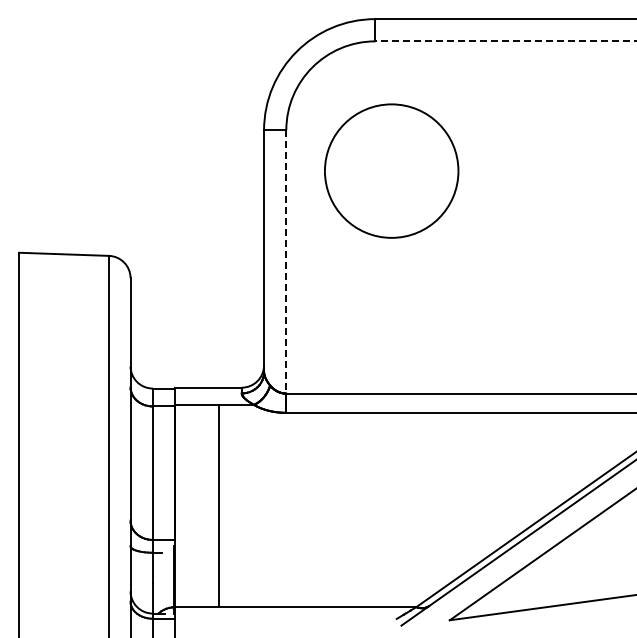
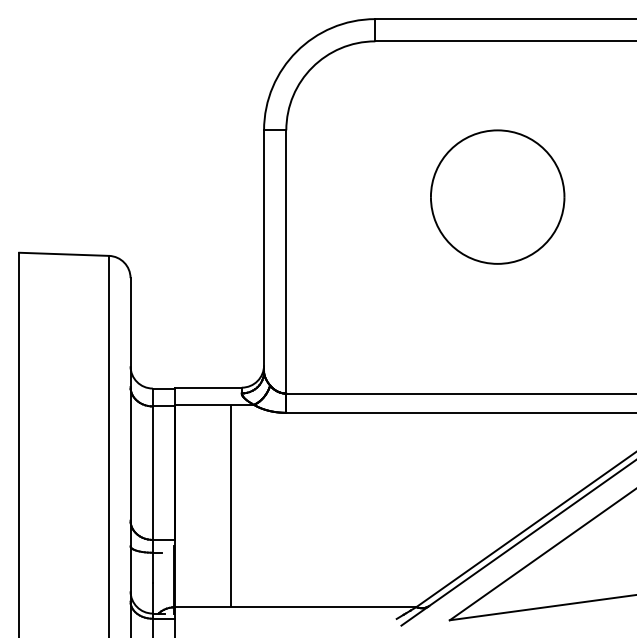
line at (505, 41): dashed -> solid
part at (391, 170) position: (391, 170) -> (497, 196)
line at (286, 261): dashed -> solid
line at (218, 505) position: (218, 505) -> (230, 505)
